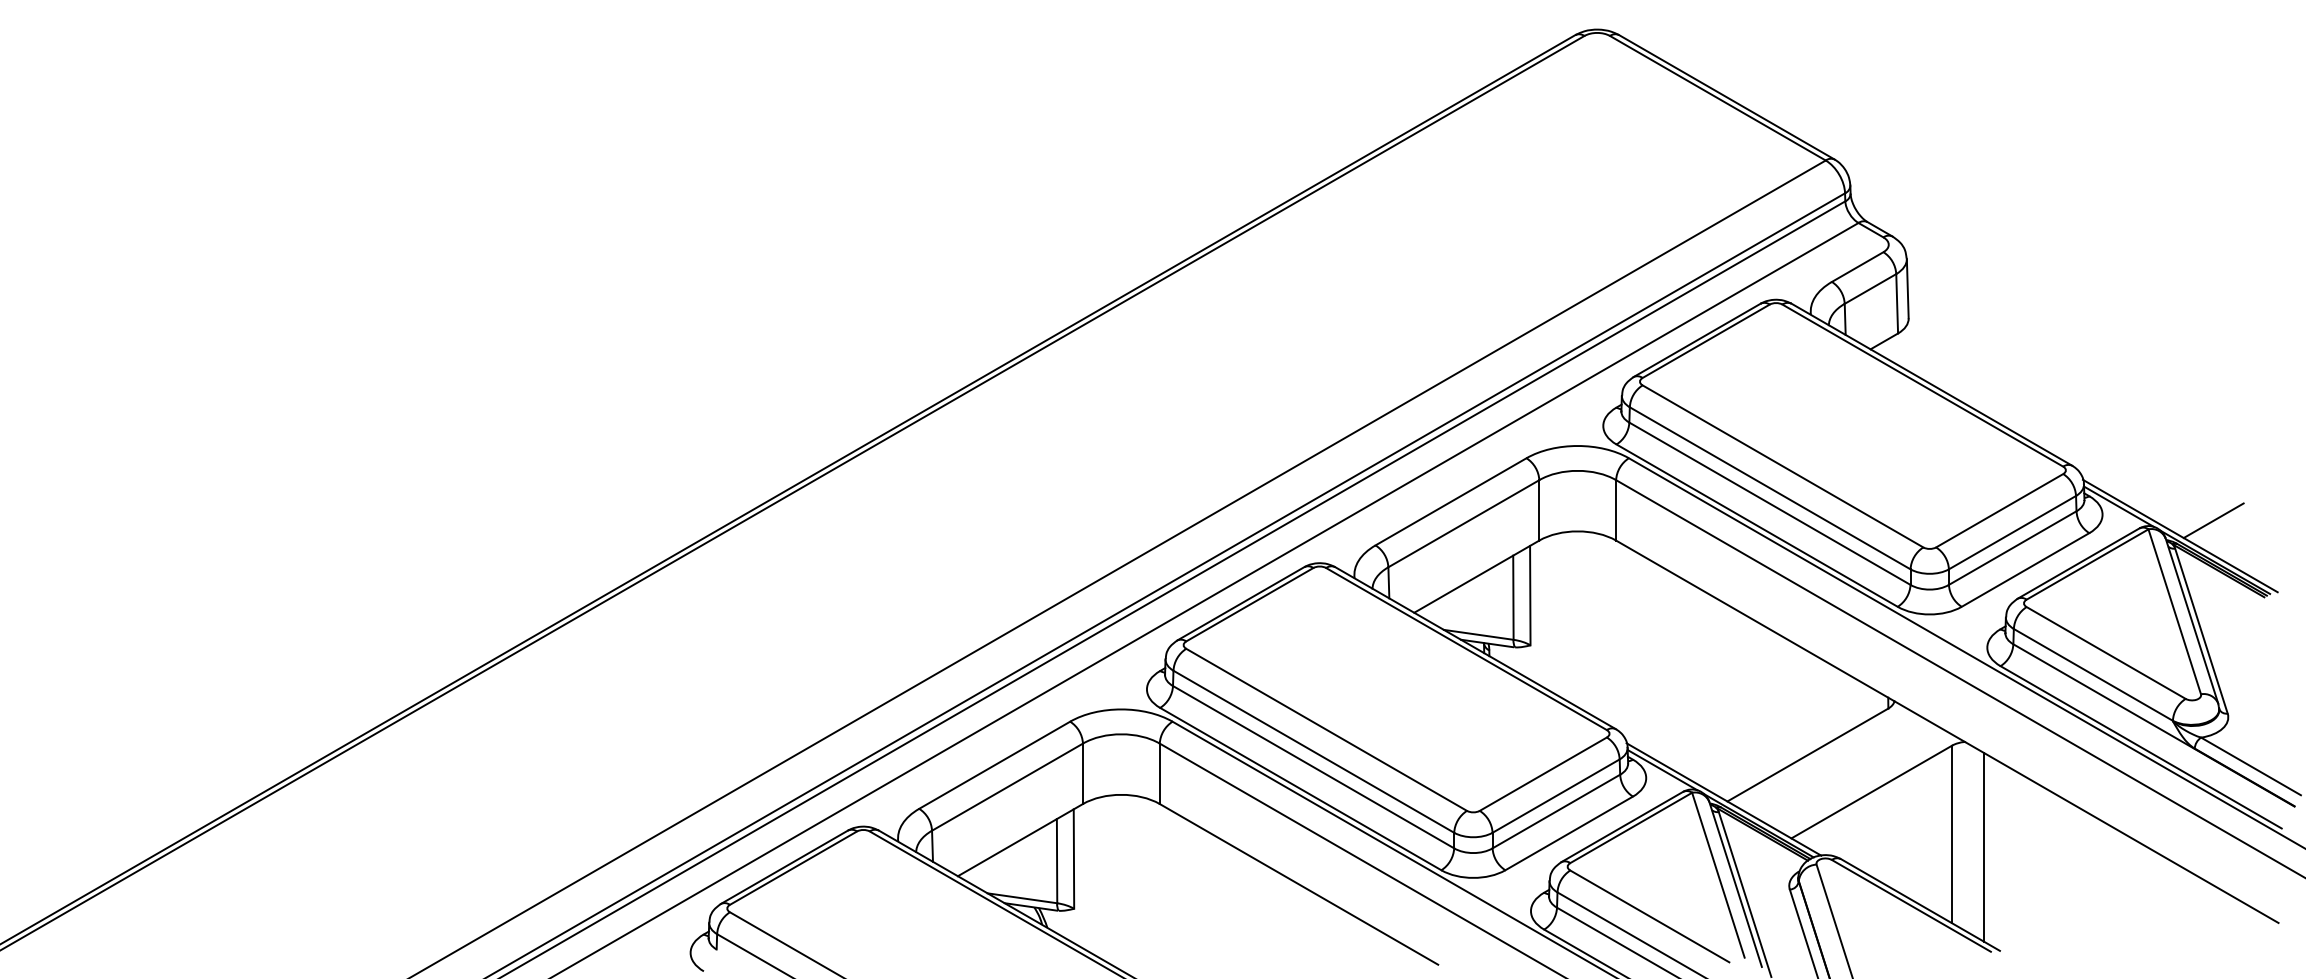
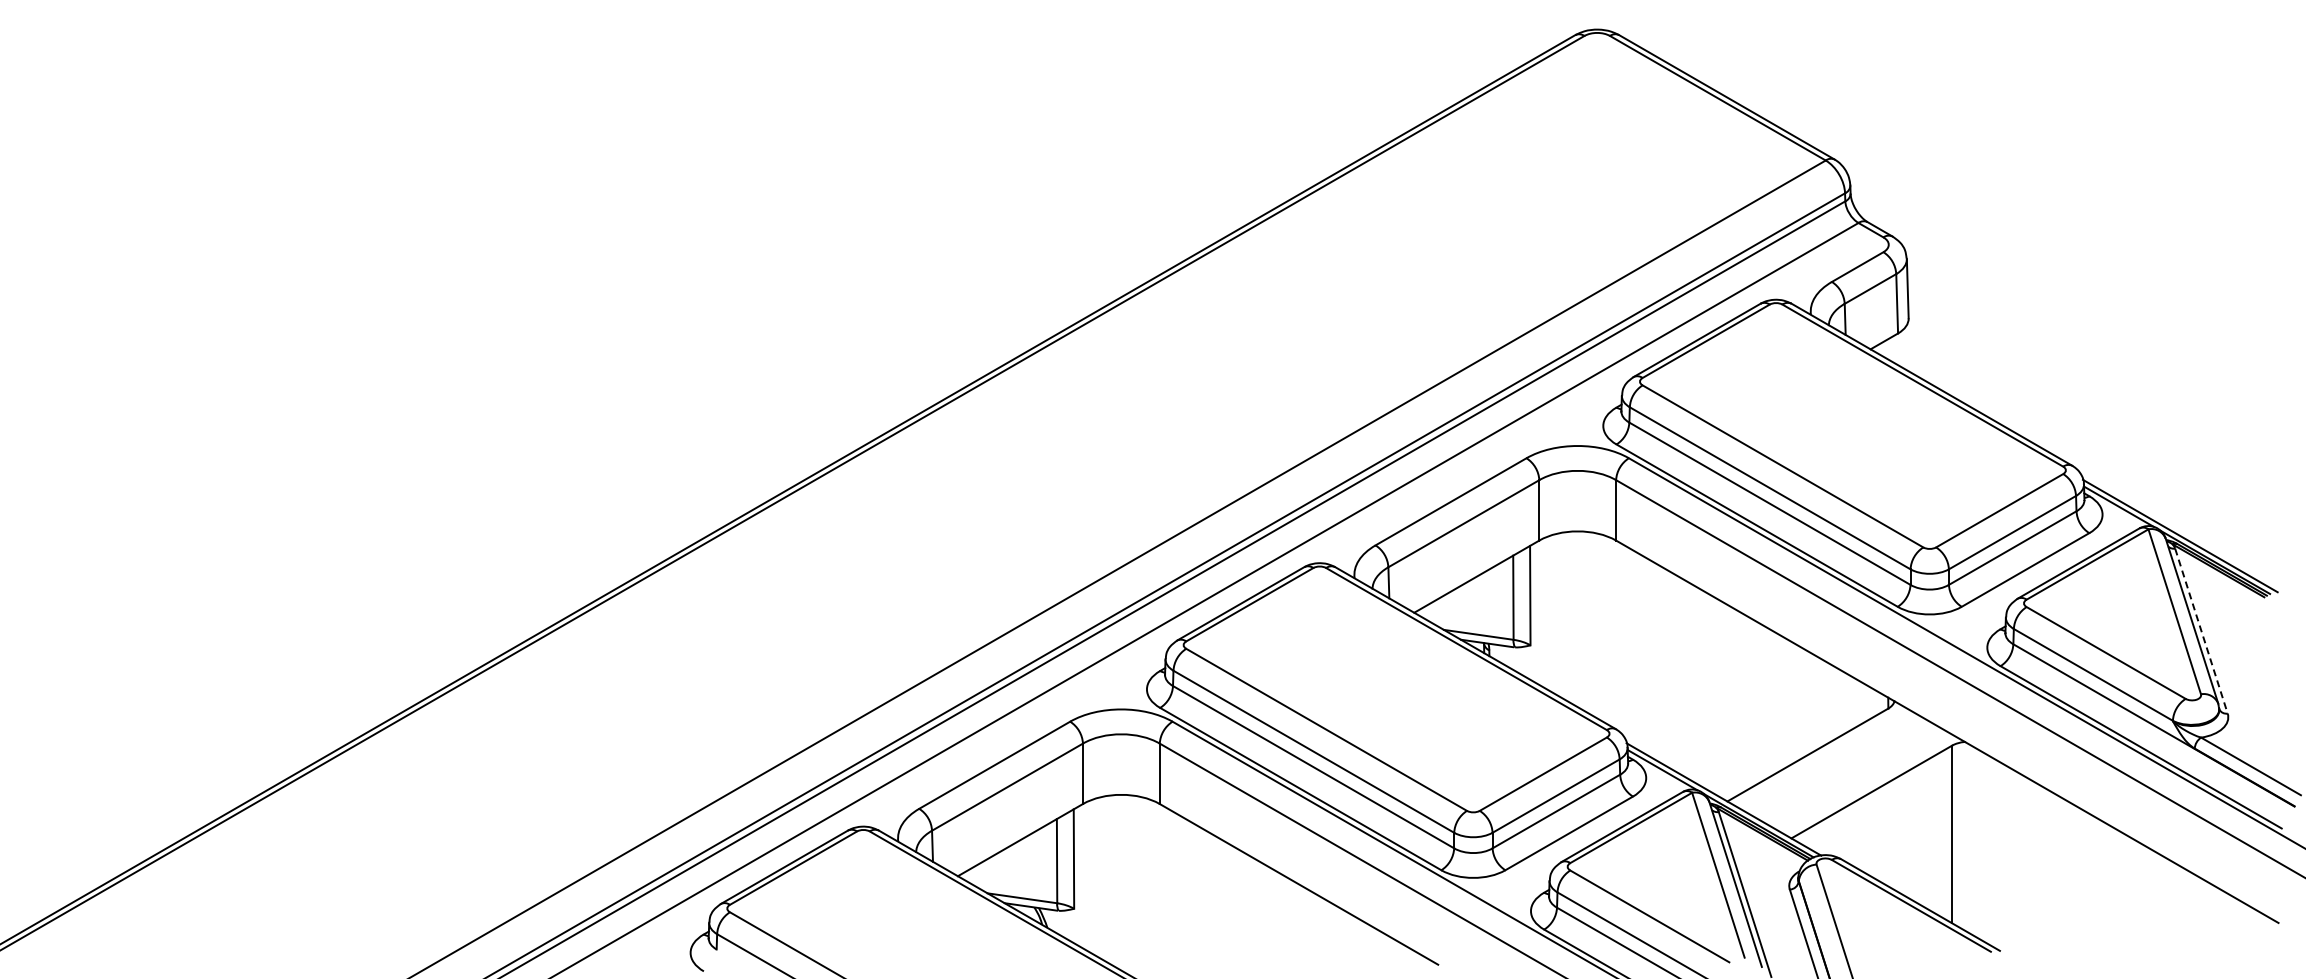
line at (2213, 520): present -> none
line at (2201, 631): solid -> dashed
line at (1984, 847): present -> none
